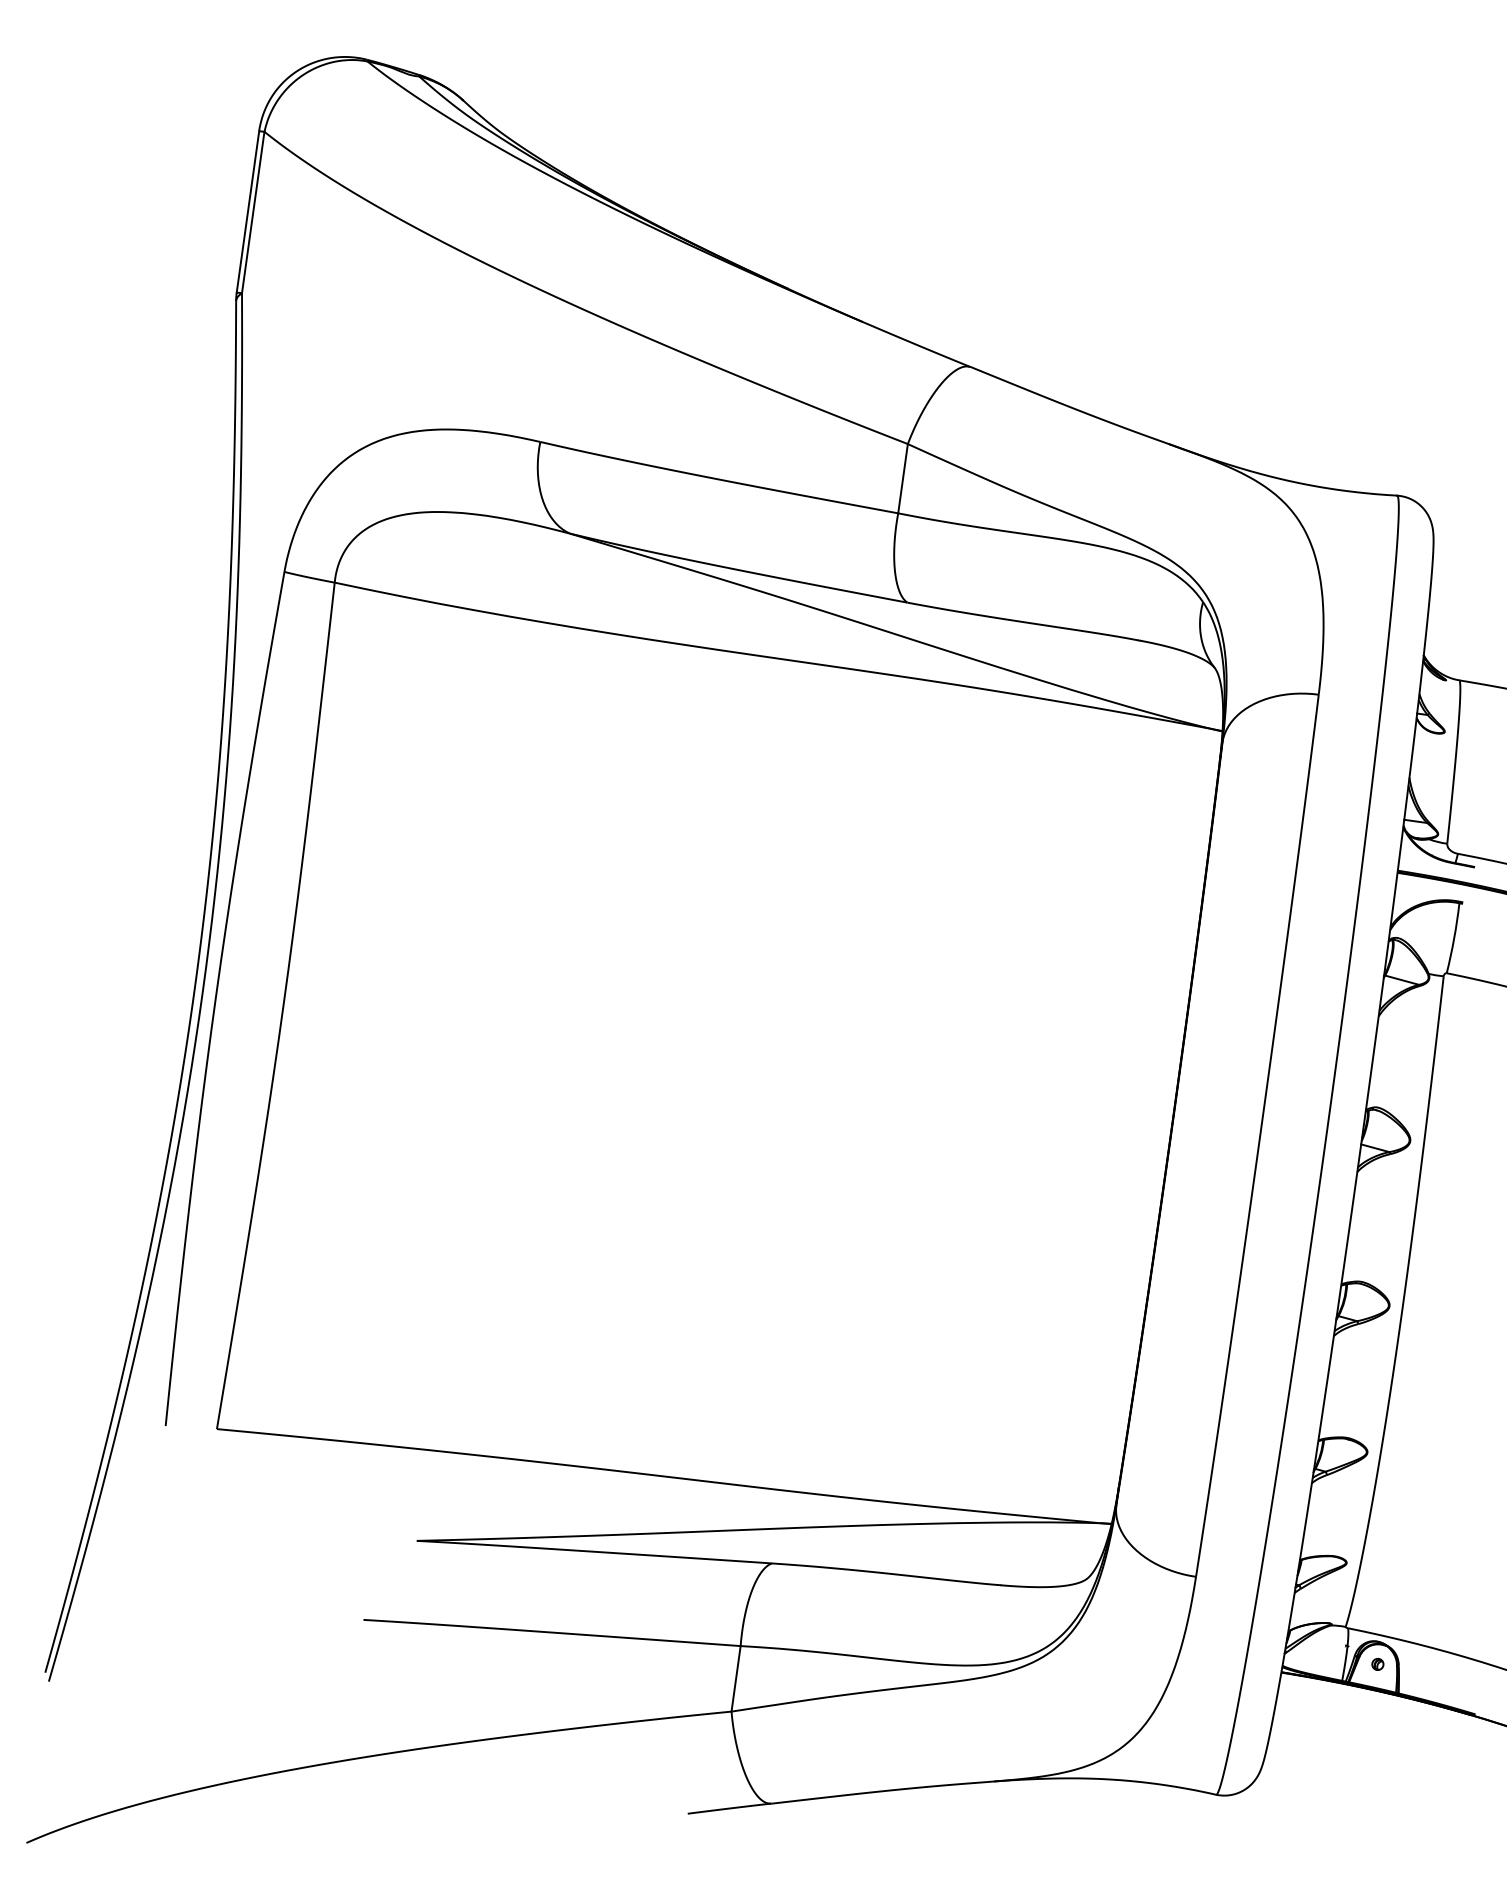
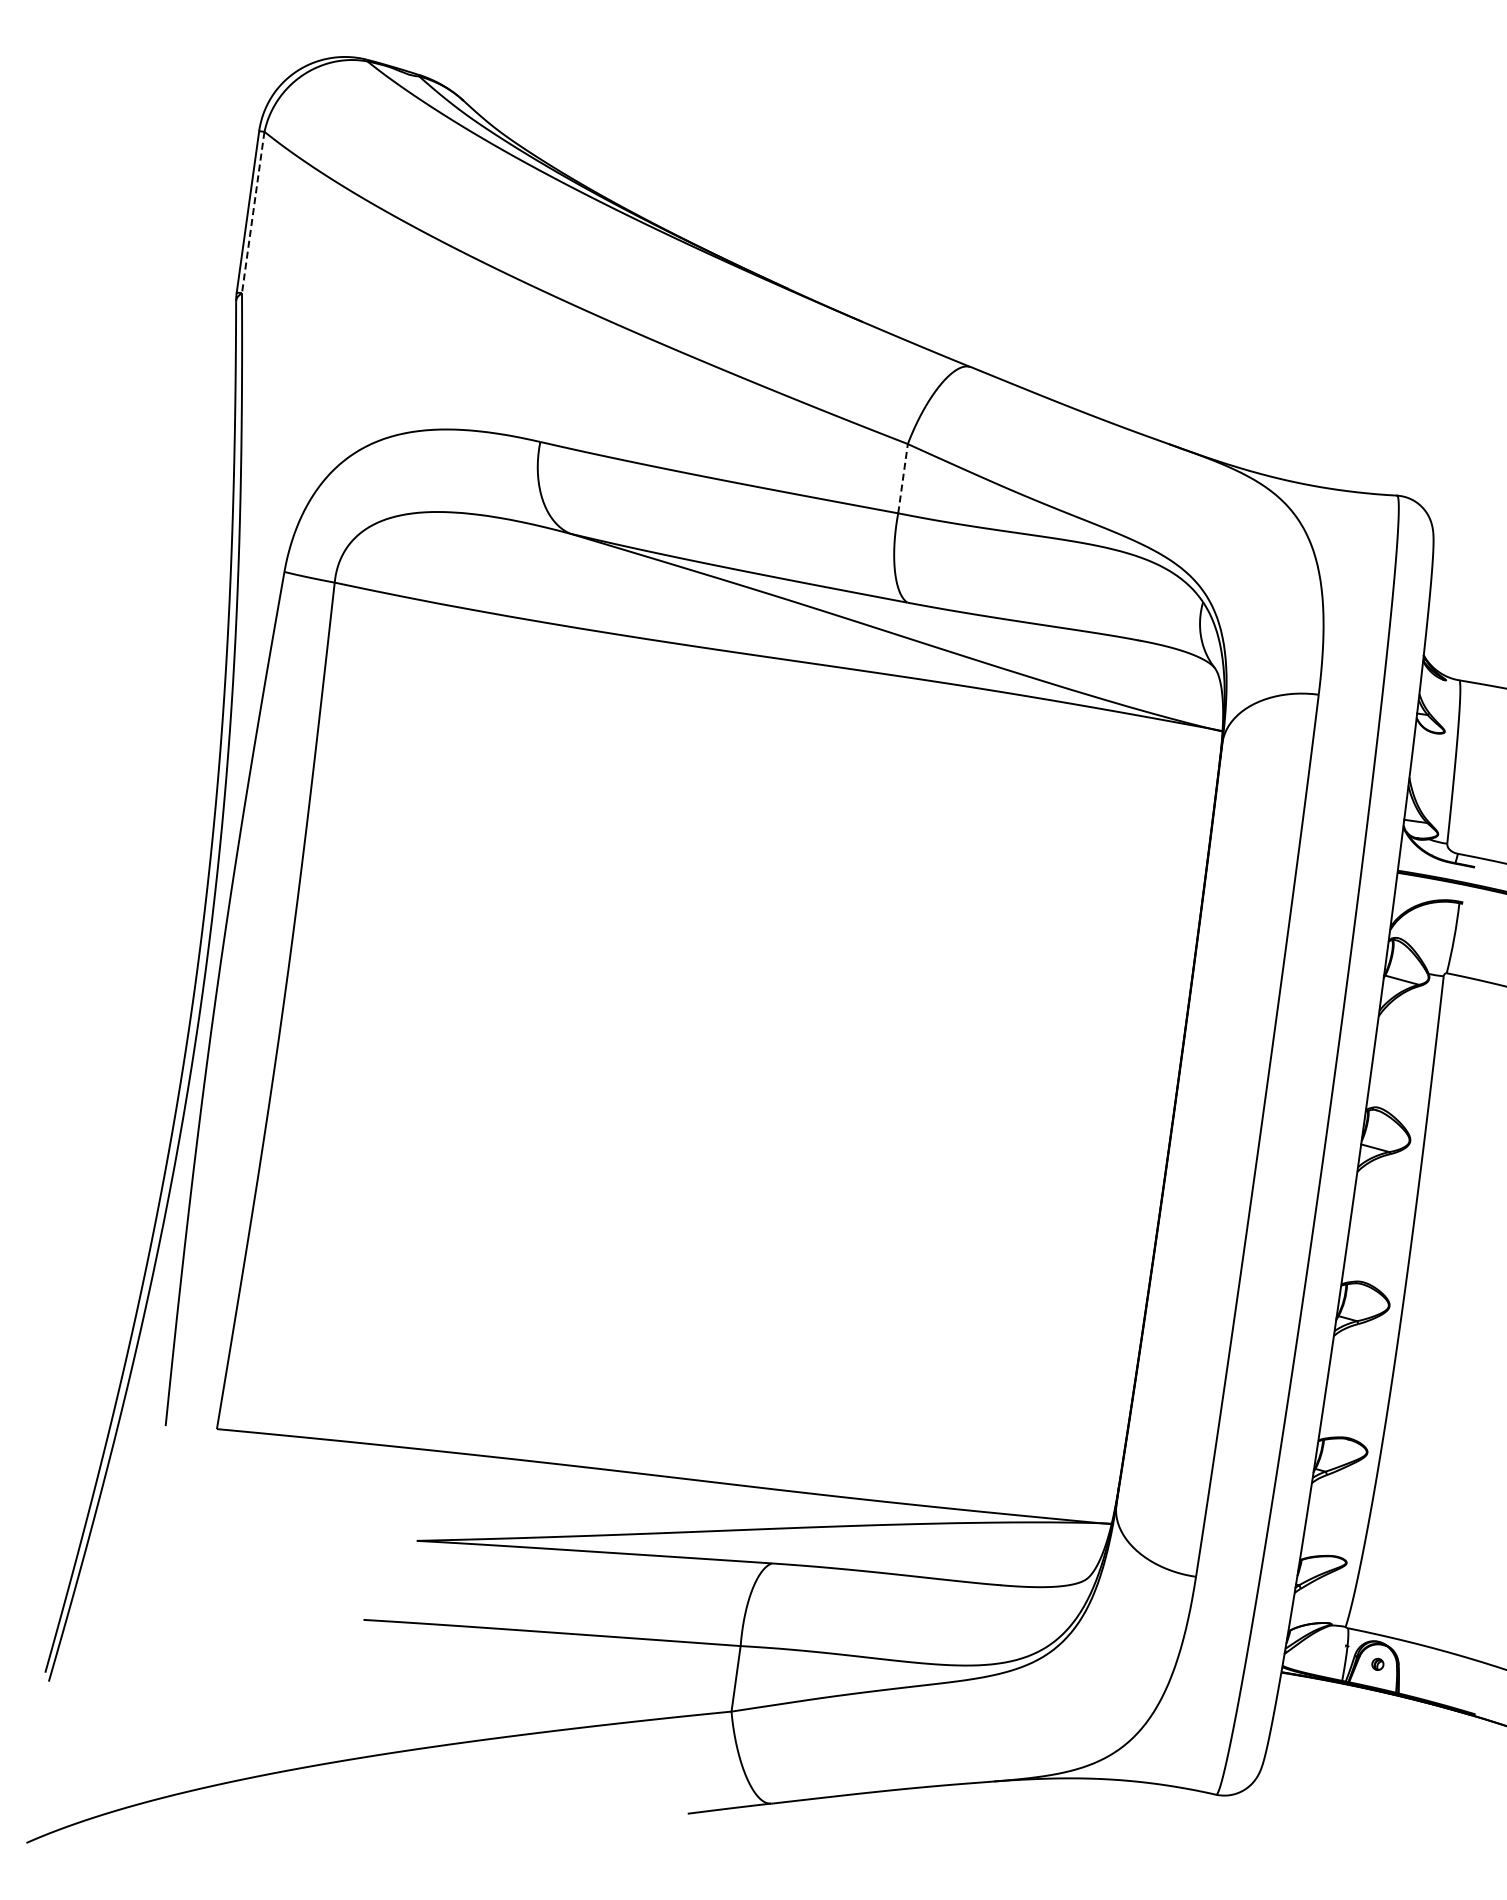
line at (253, 213): solid -> dashed
line at (903, 478): solid -> dashed
